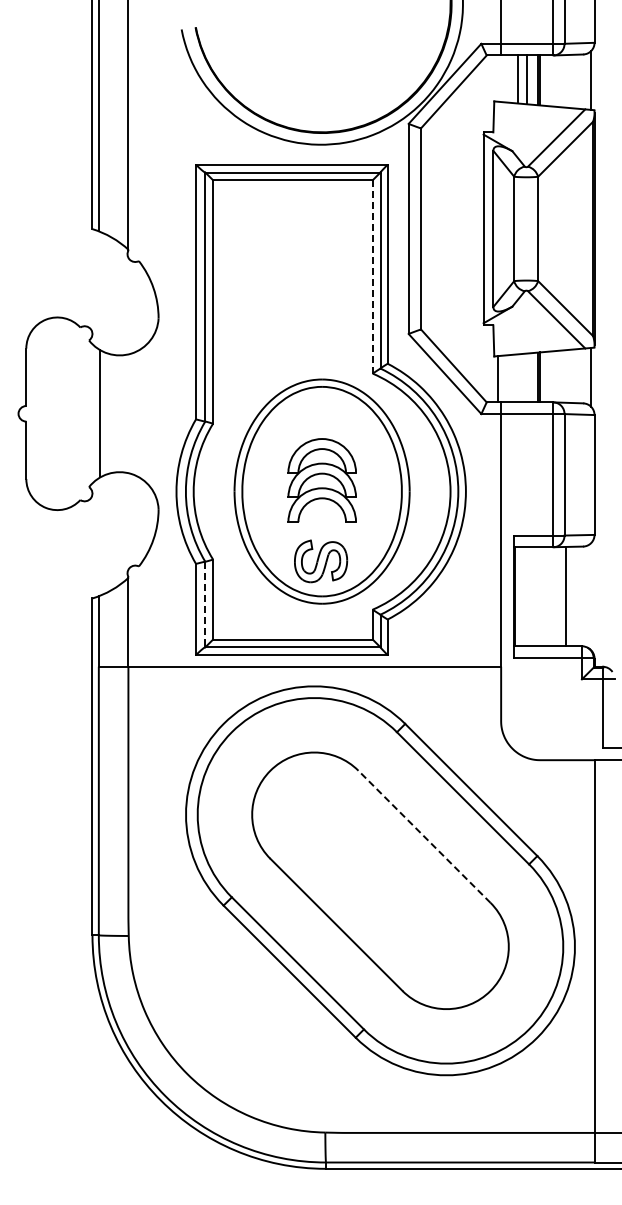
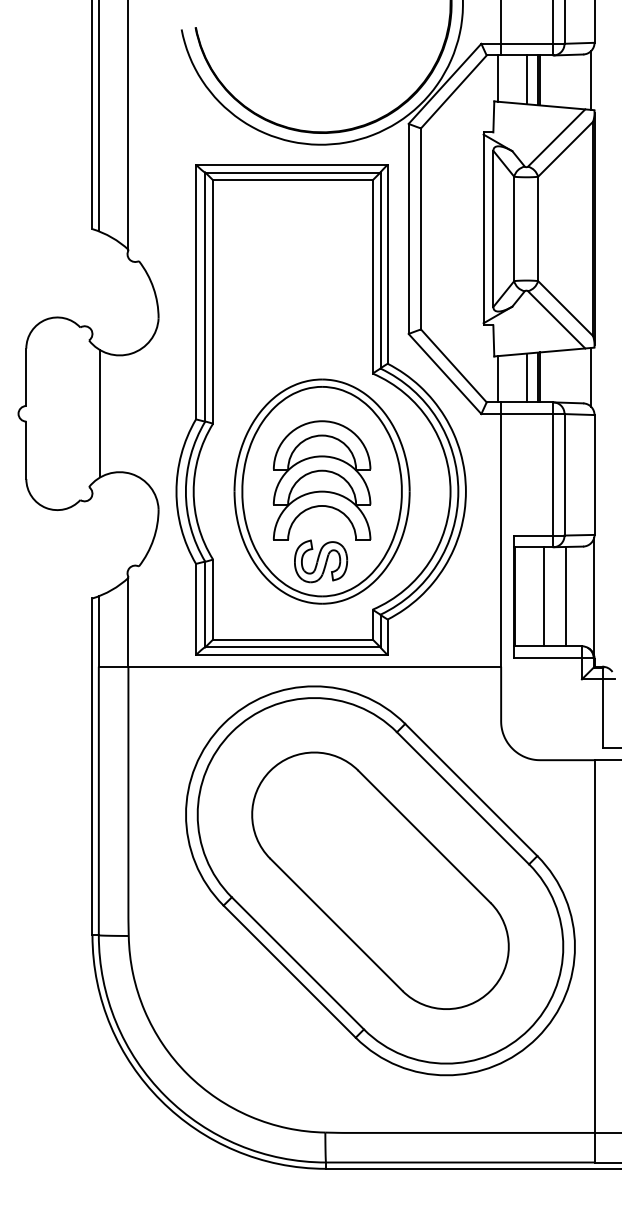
line at (518, 78) position: (518, 78) -> (498, 78)
line at (372, 276): dashed -> solid
line at (526, 377): none -> present
part at (321, 480) size: 70x85 px -> 99x121 px
line at (543, 596): none -> present
line at (594, 596): none -> present
line at (205, 604): dashed -> solid
line at (424, 836): dashed -> solid
